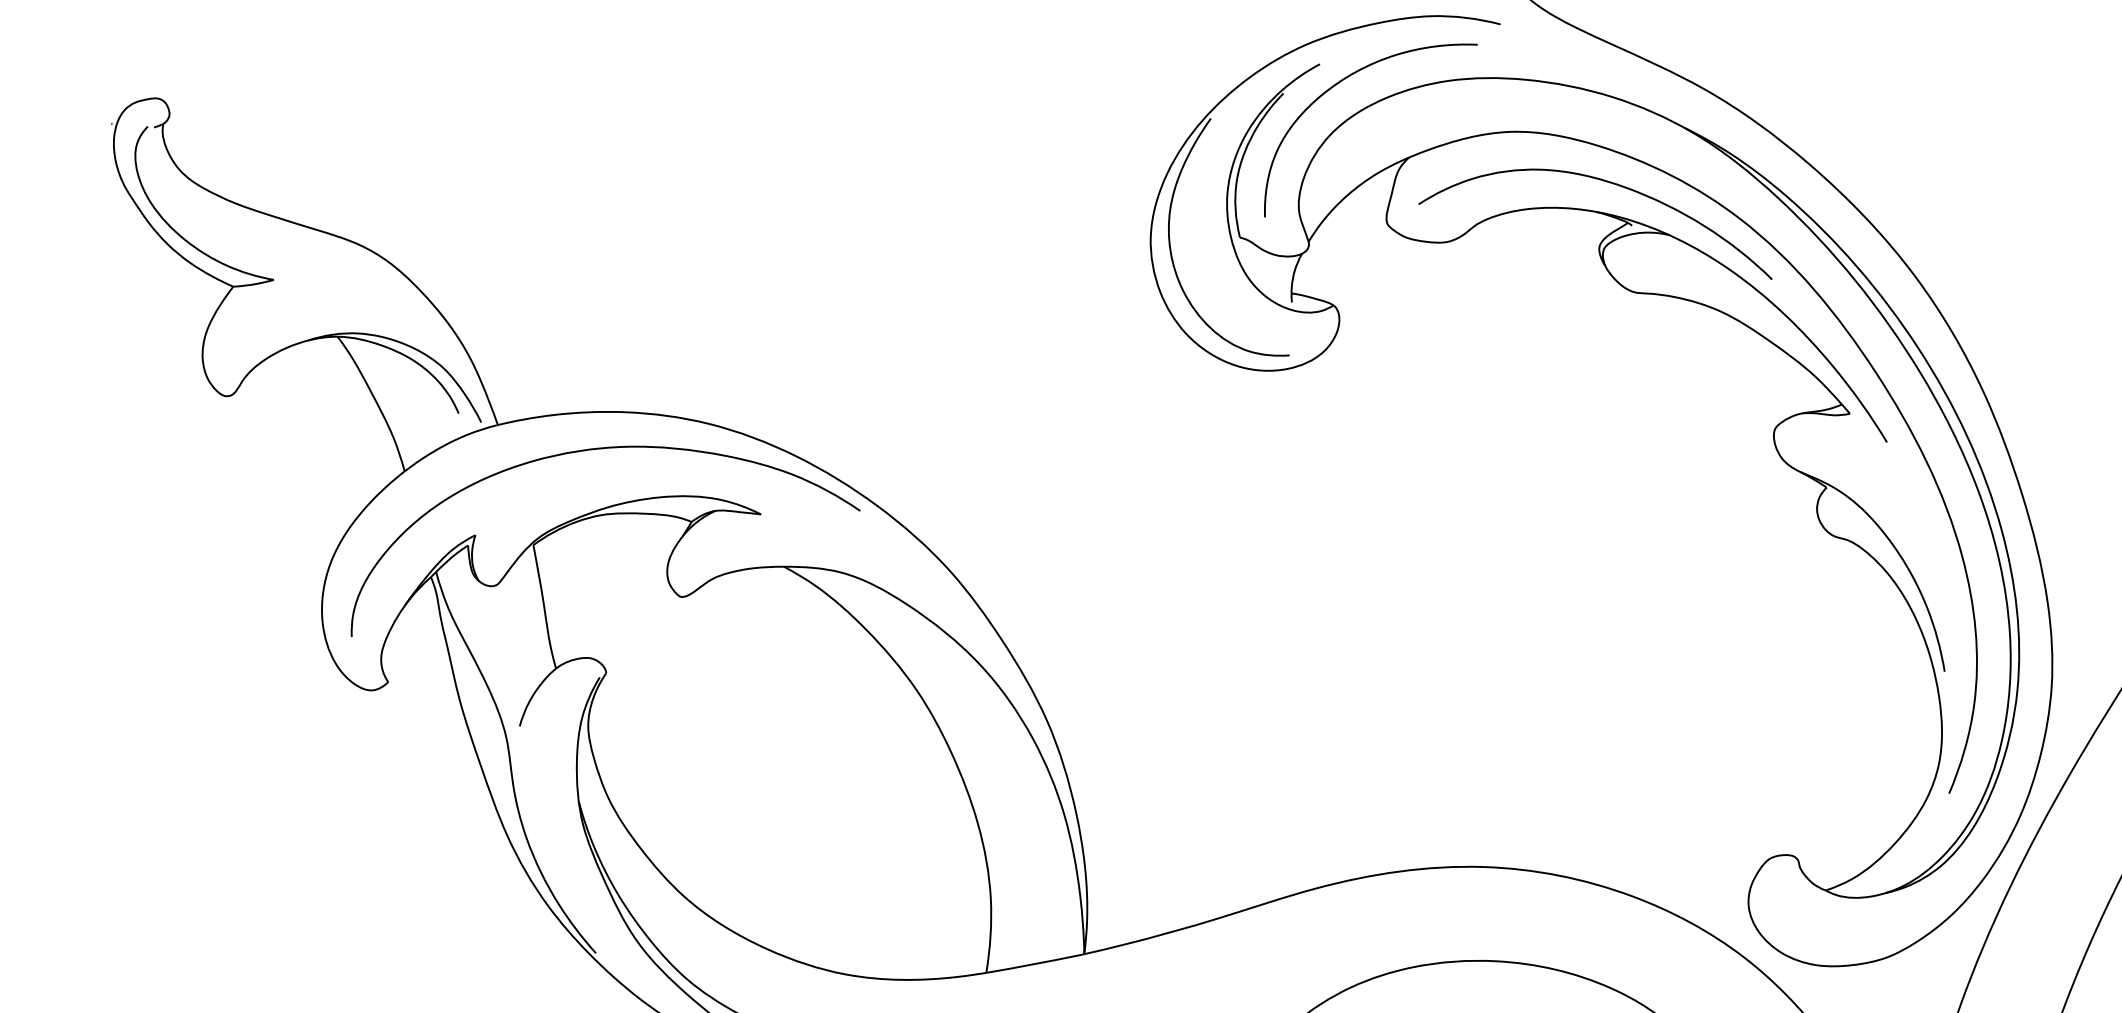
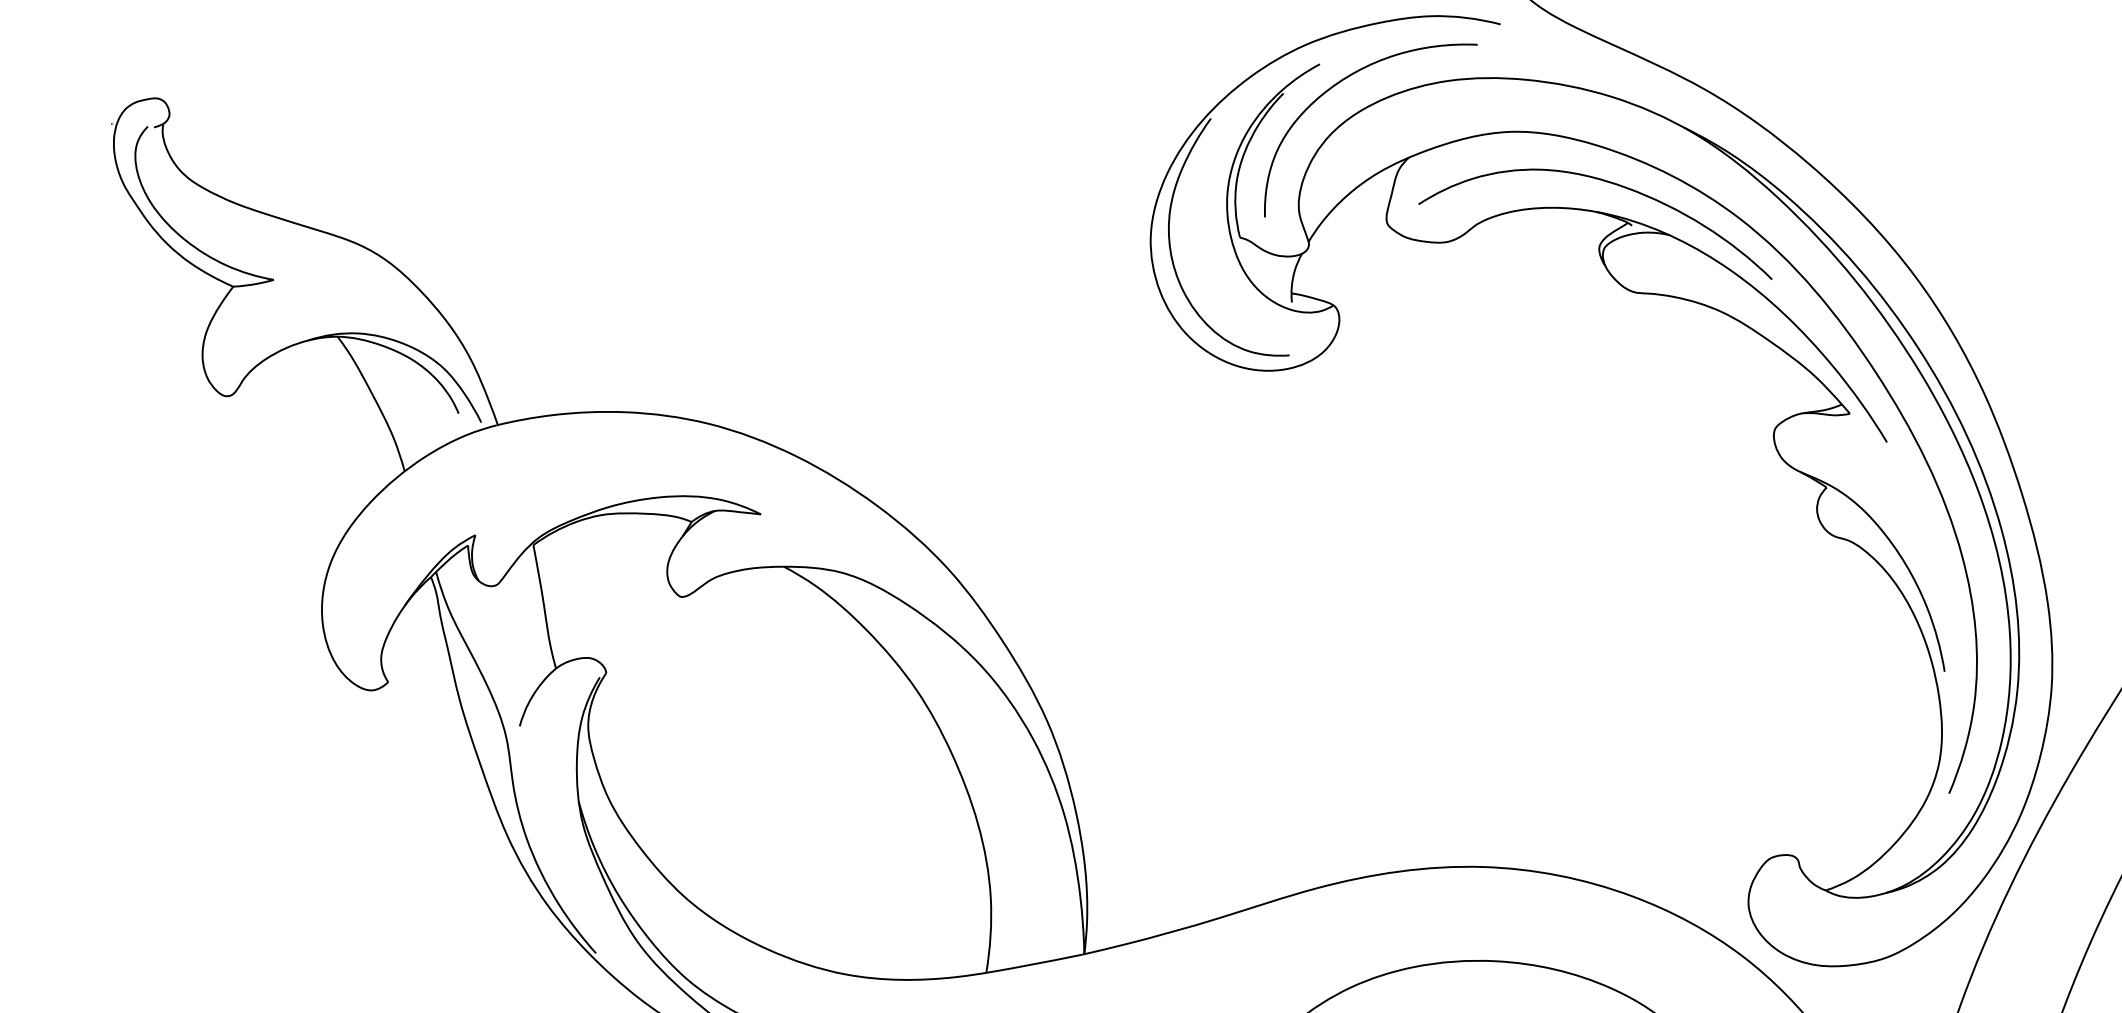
curve at (592, 450): present -> none
